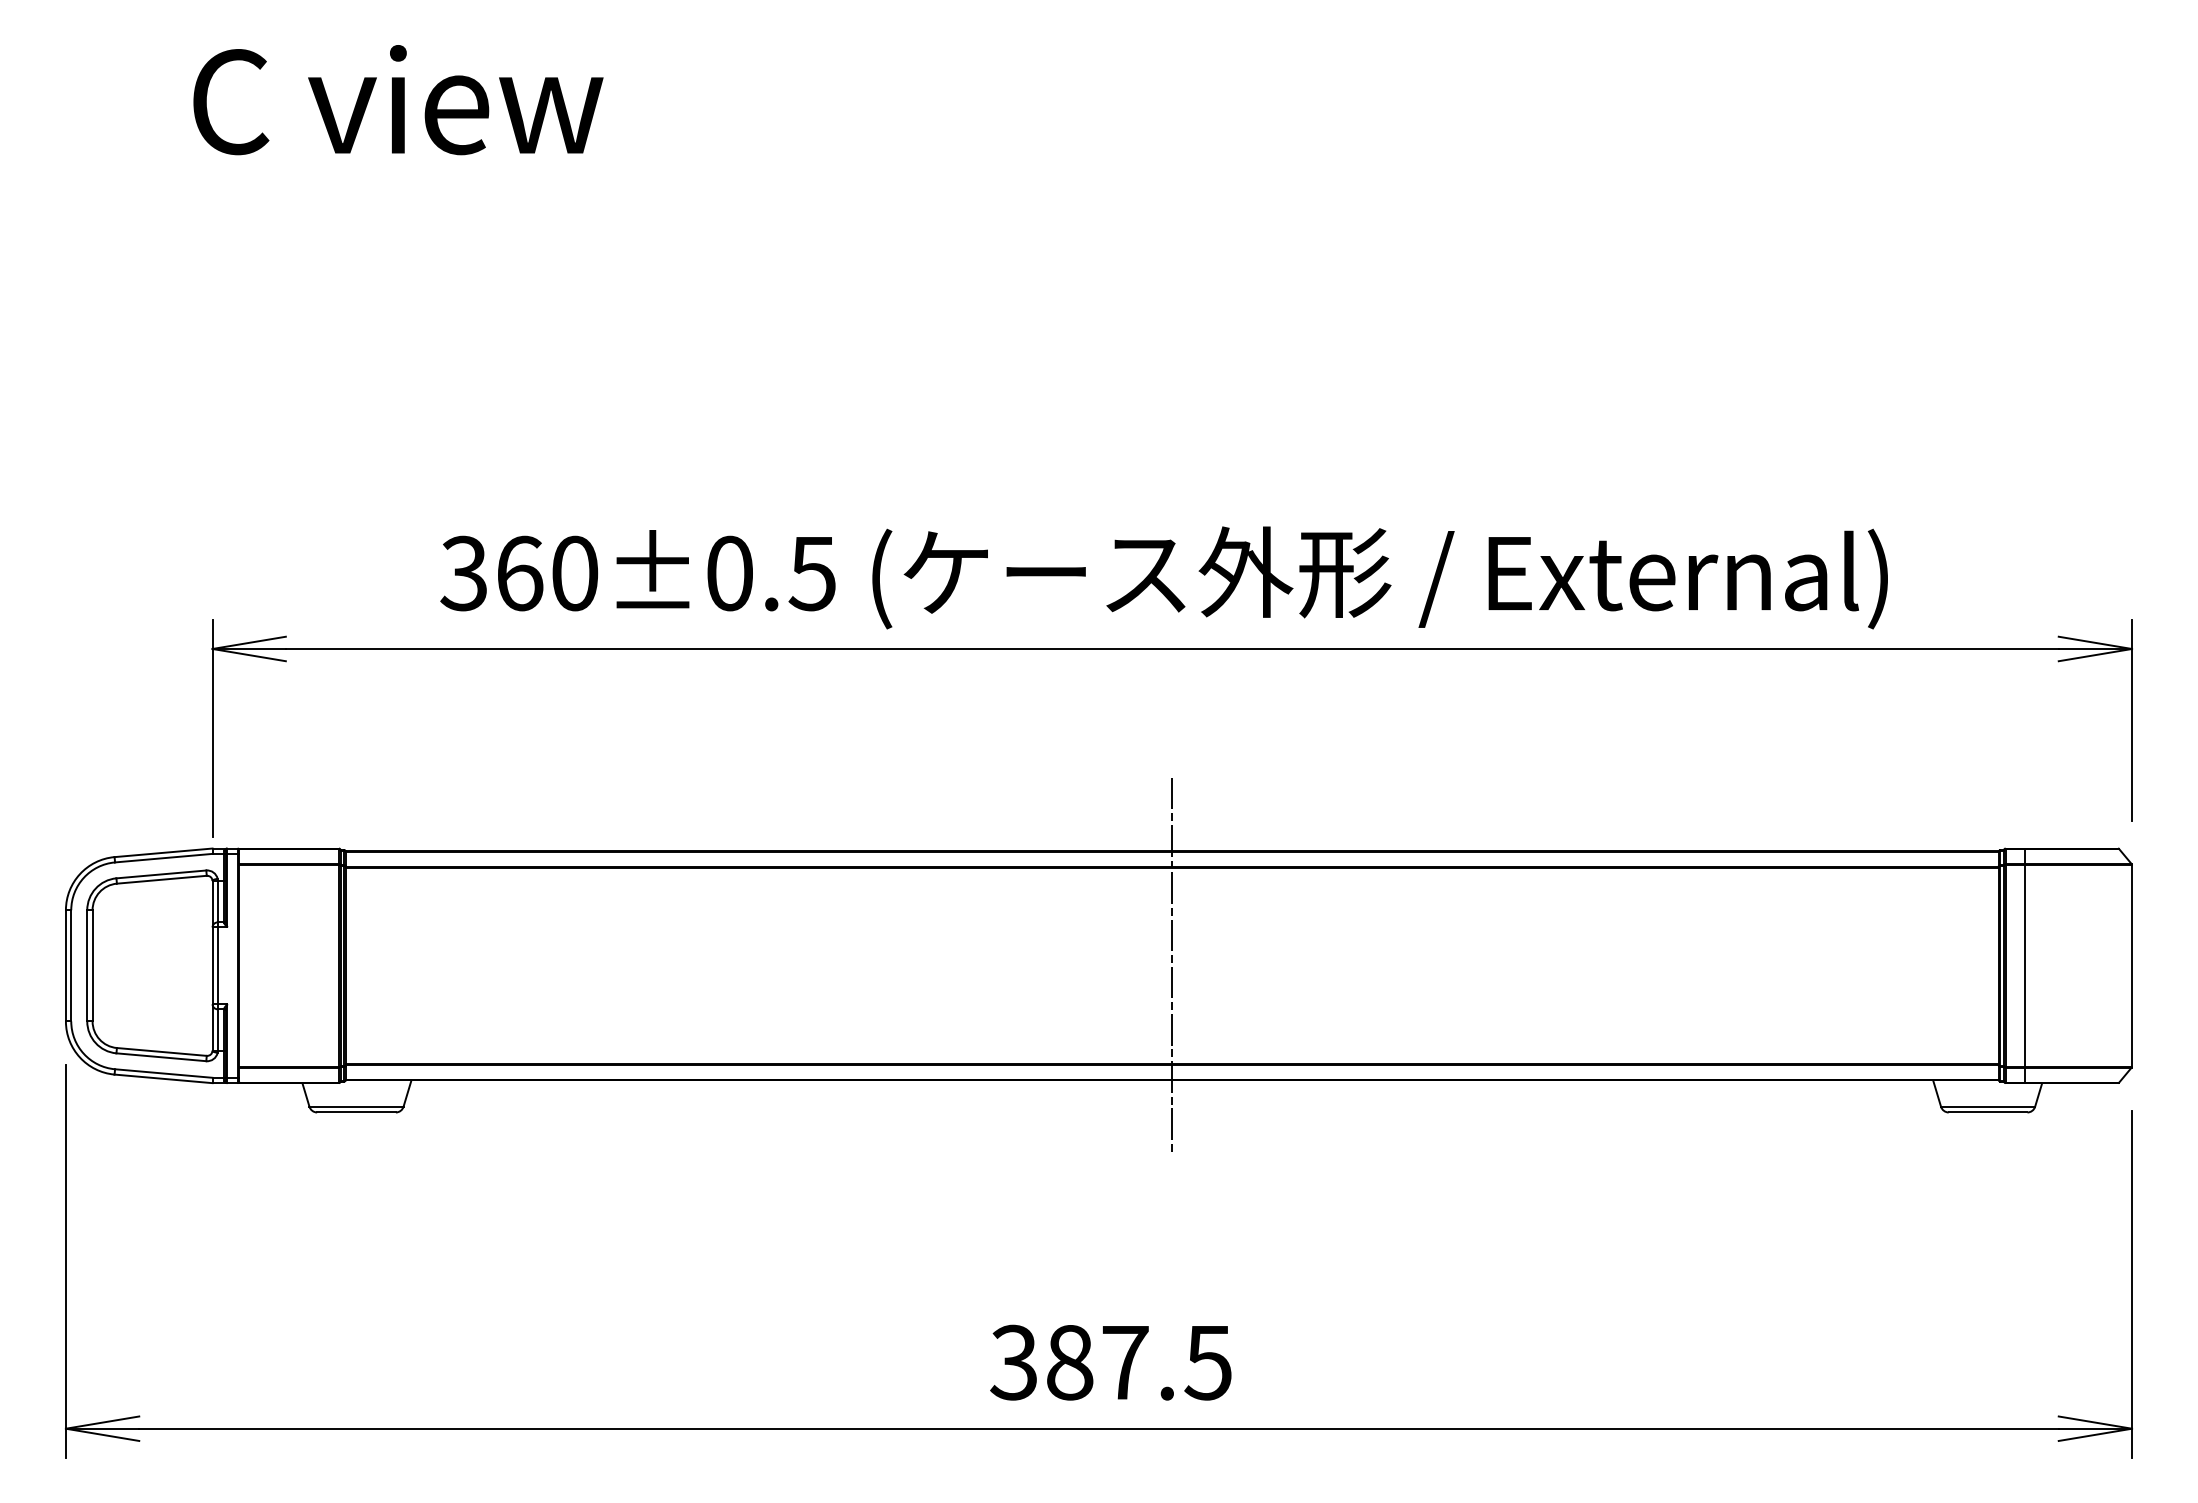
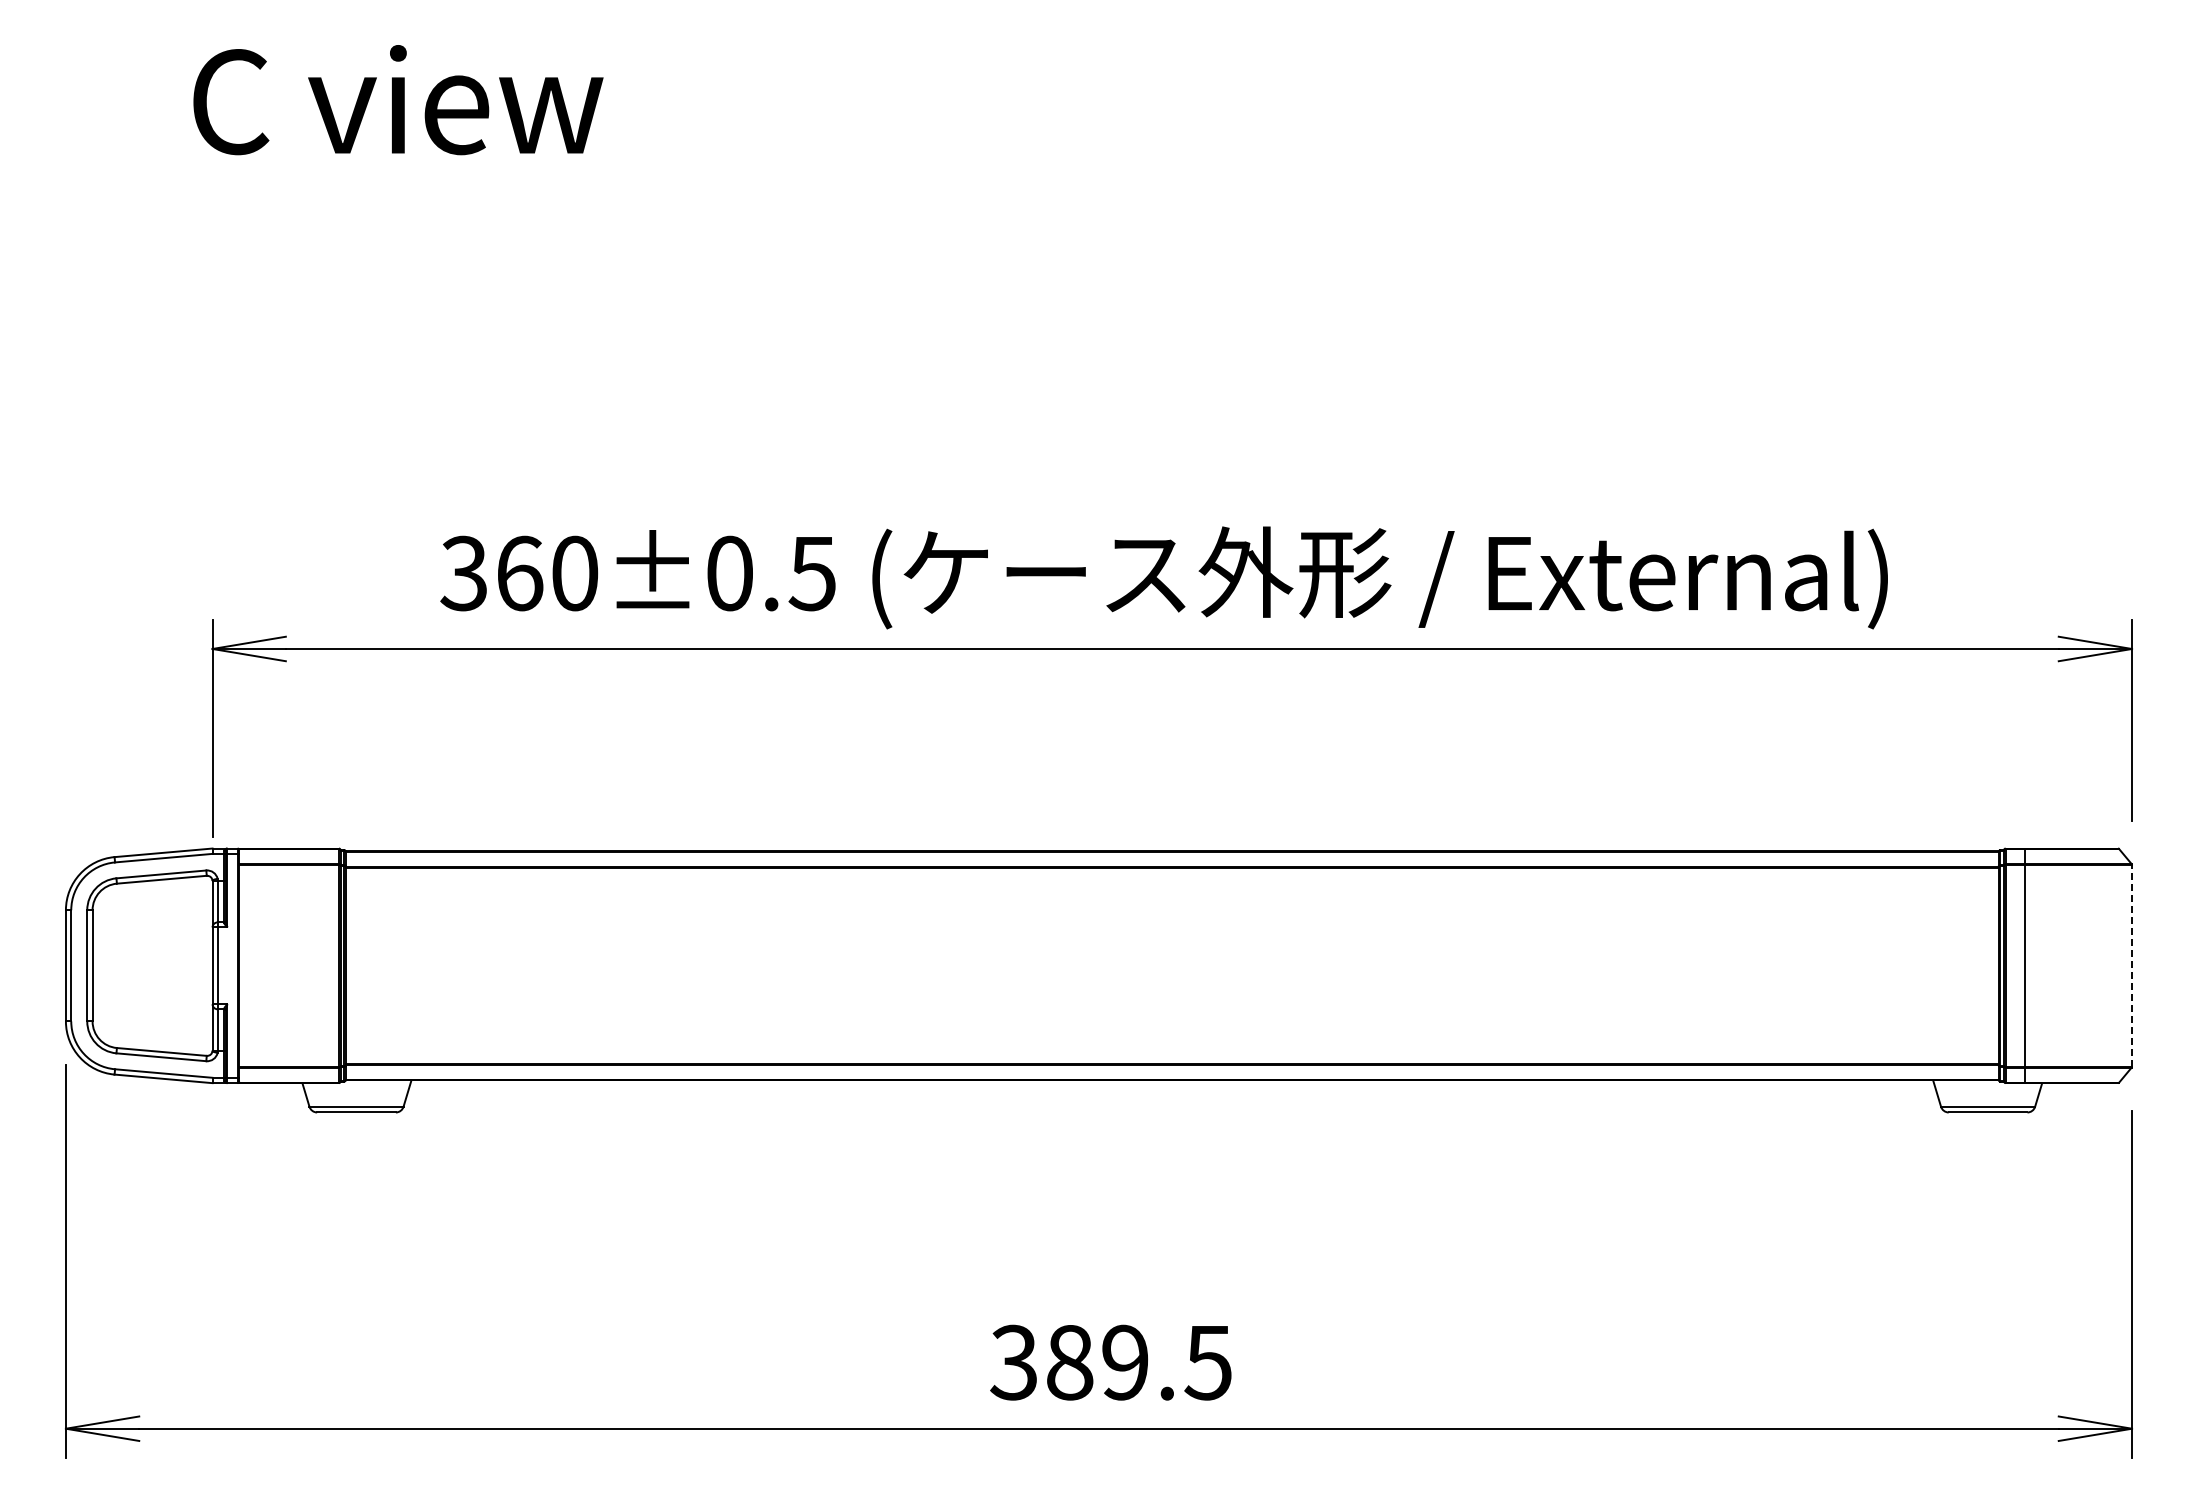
line at (1172, 965): present -> none
line at (2132, 965): solid -> dashed
text at (1125, 1362): 387.5 -> 389.5
